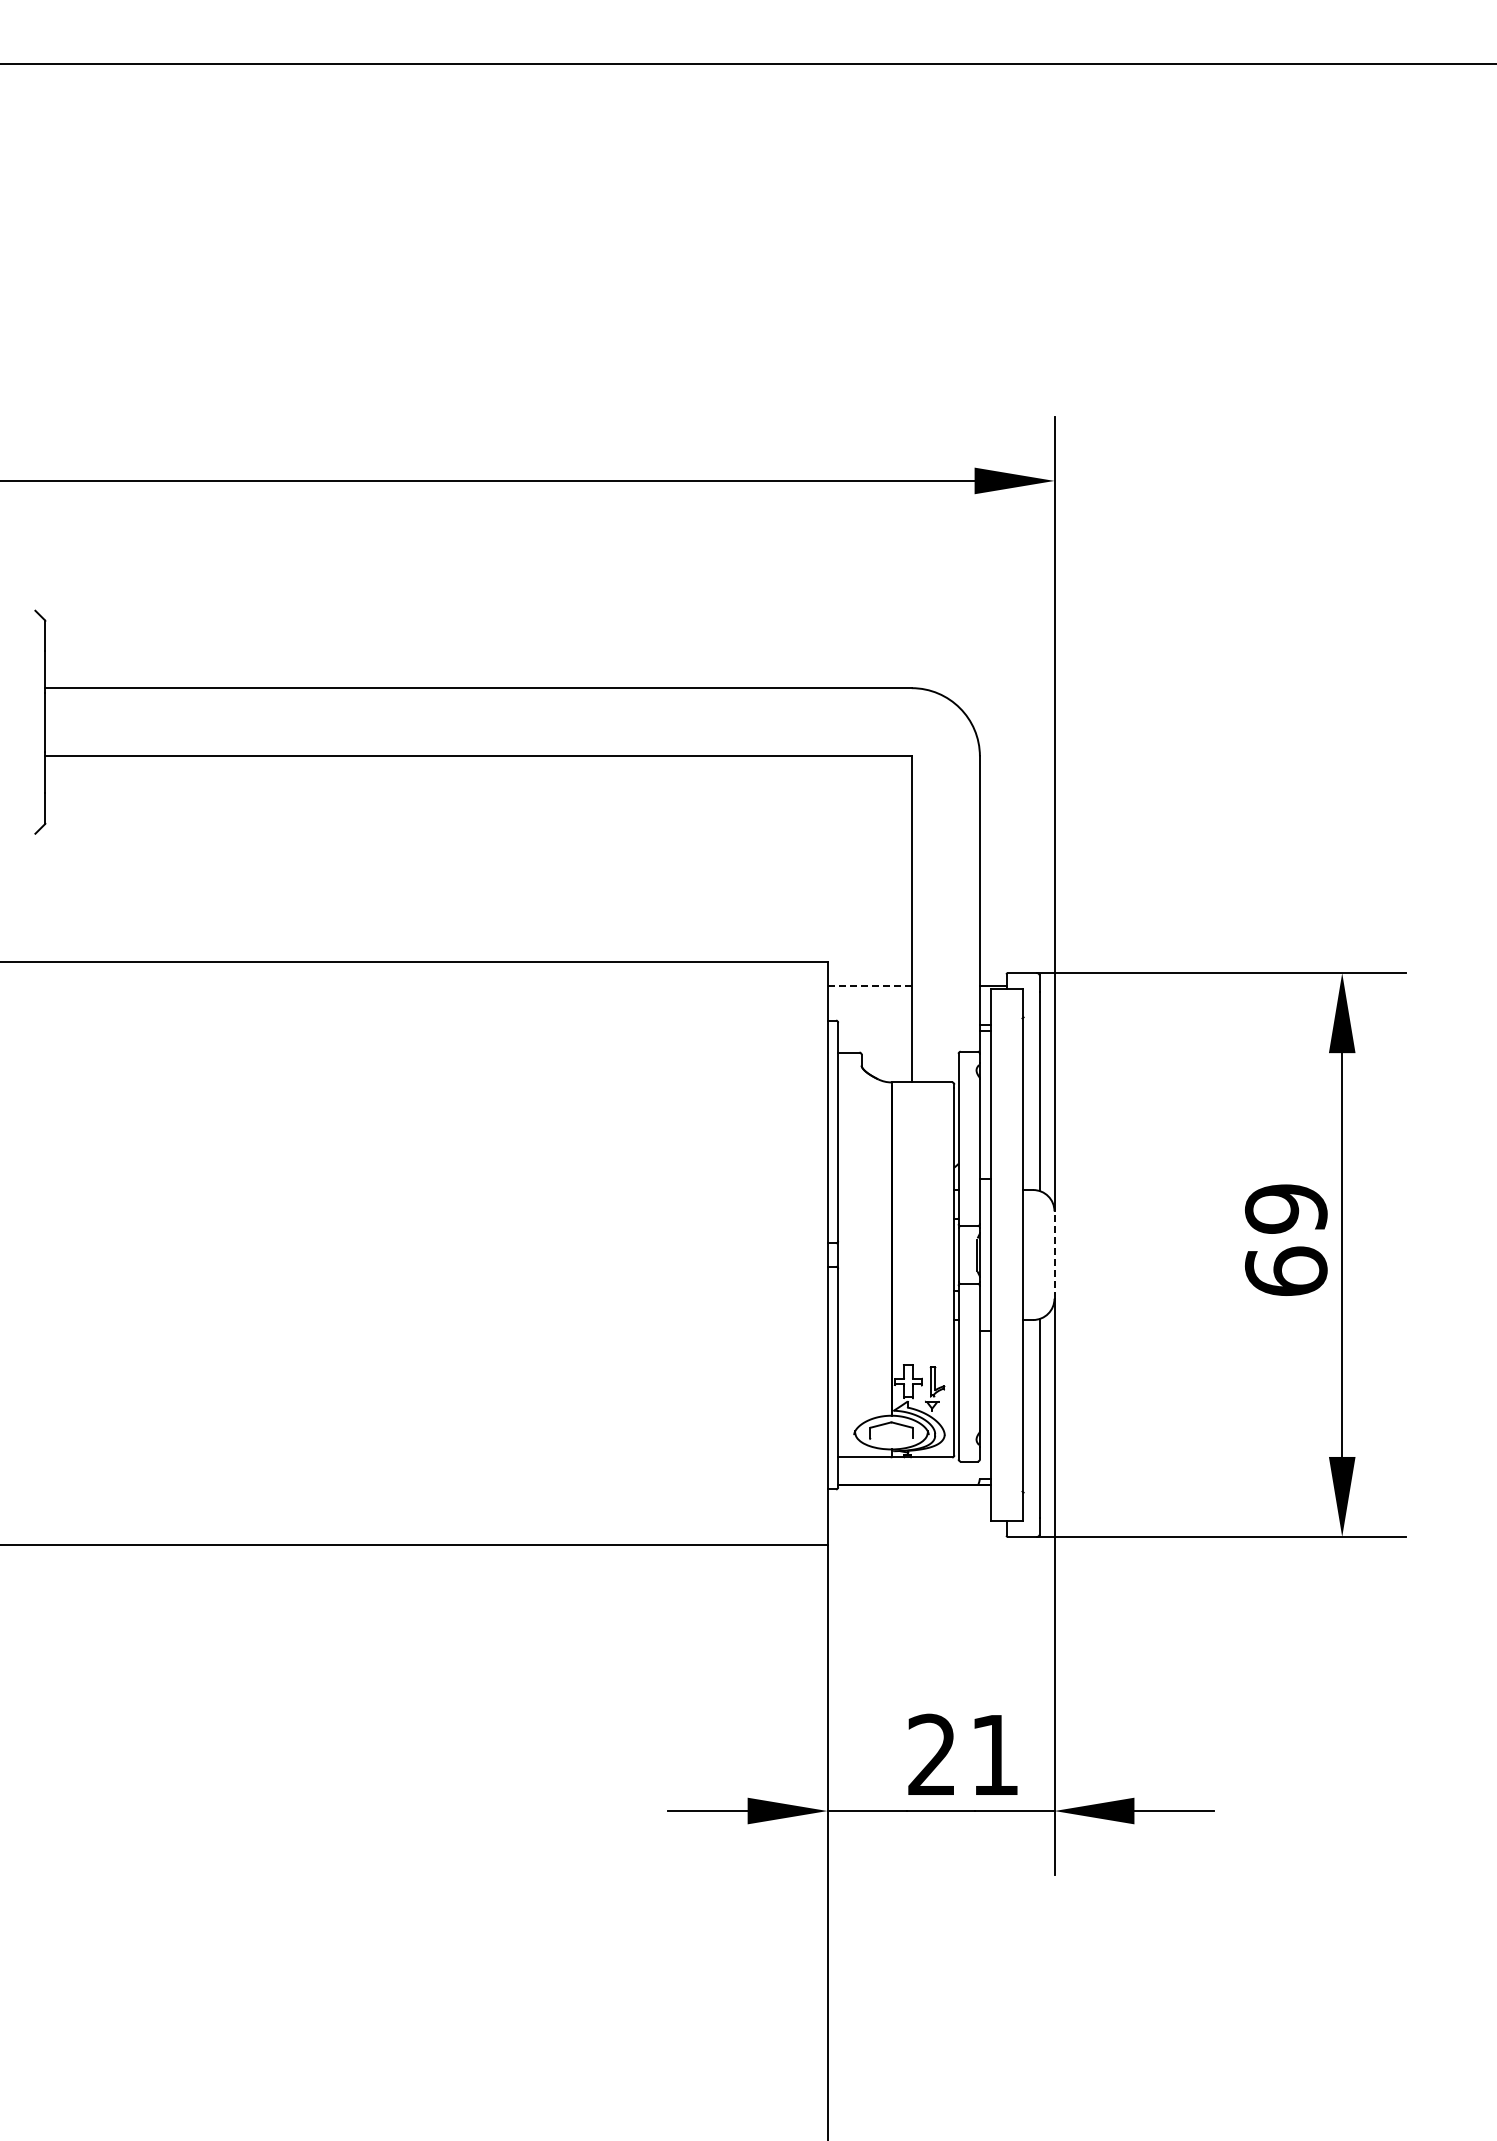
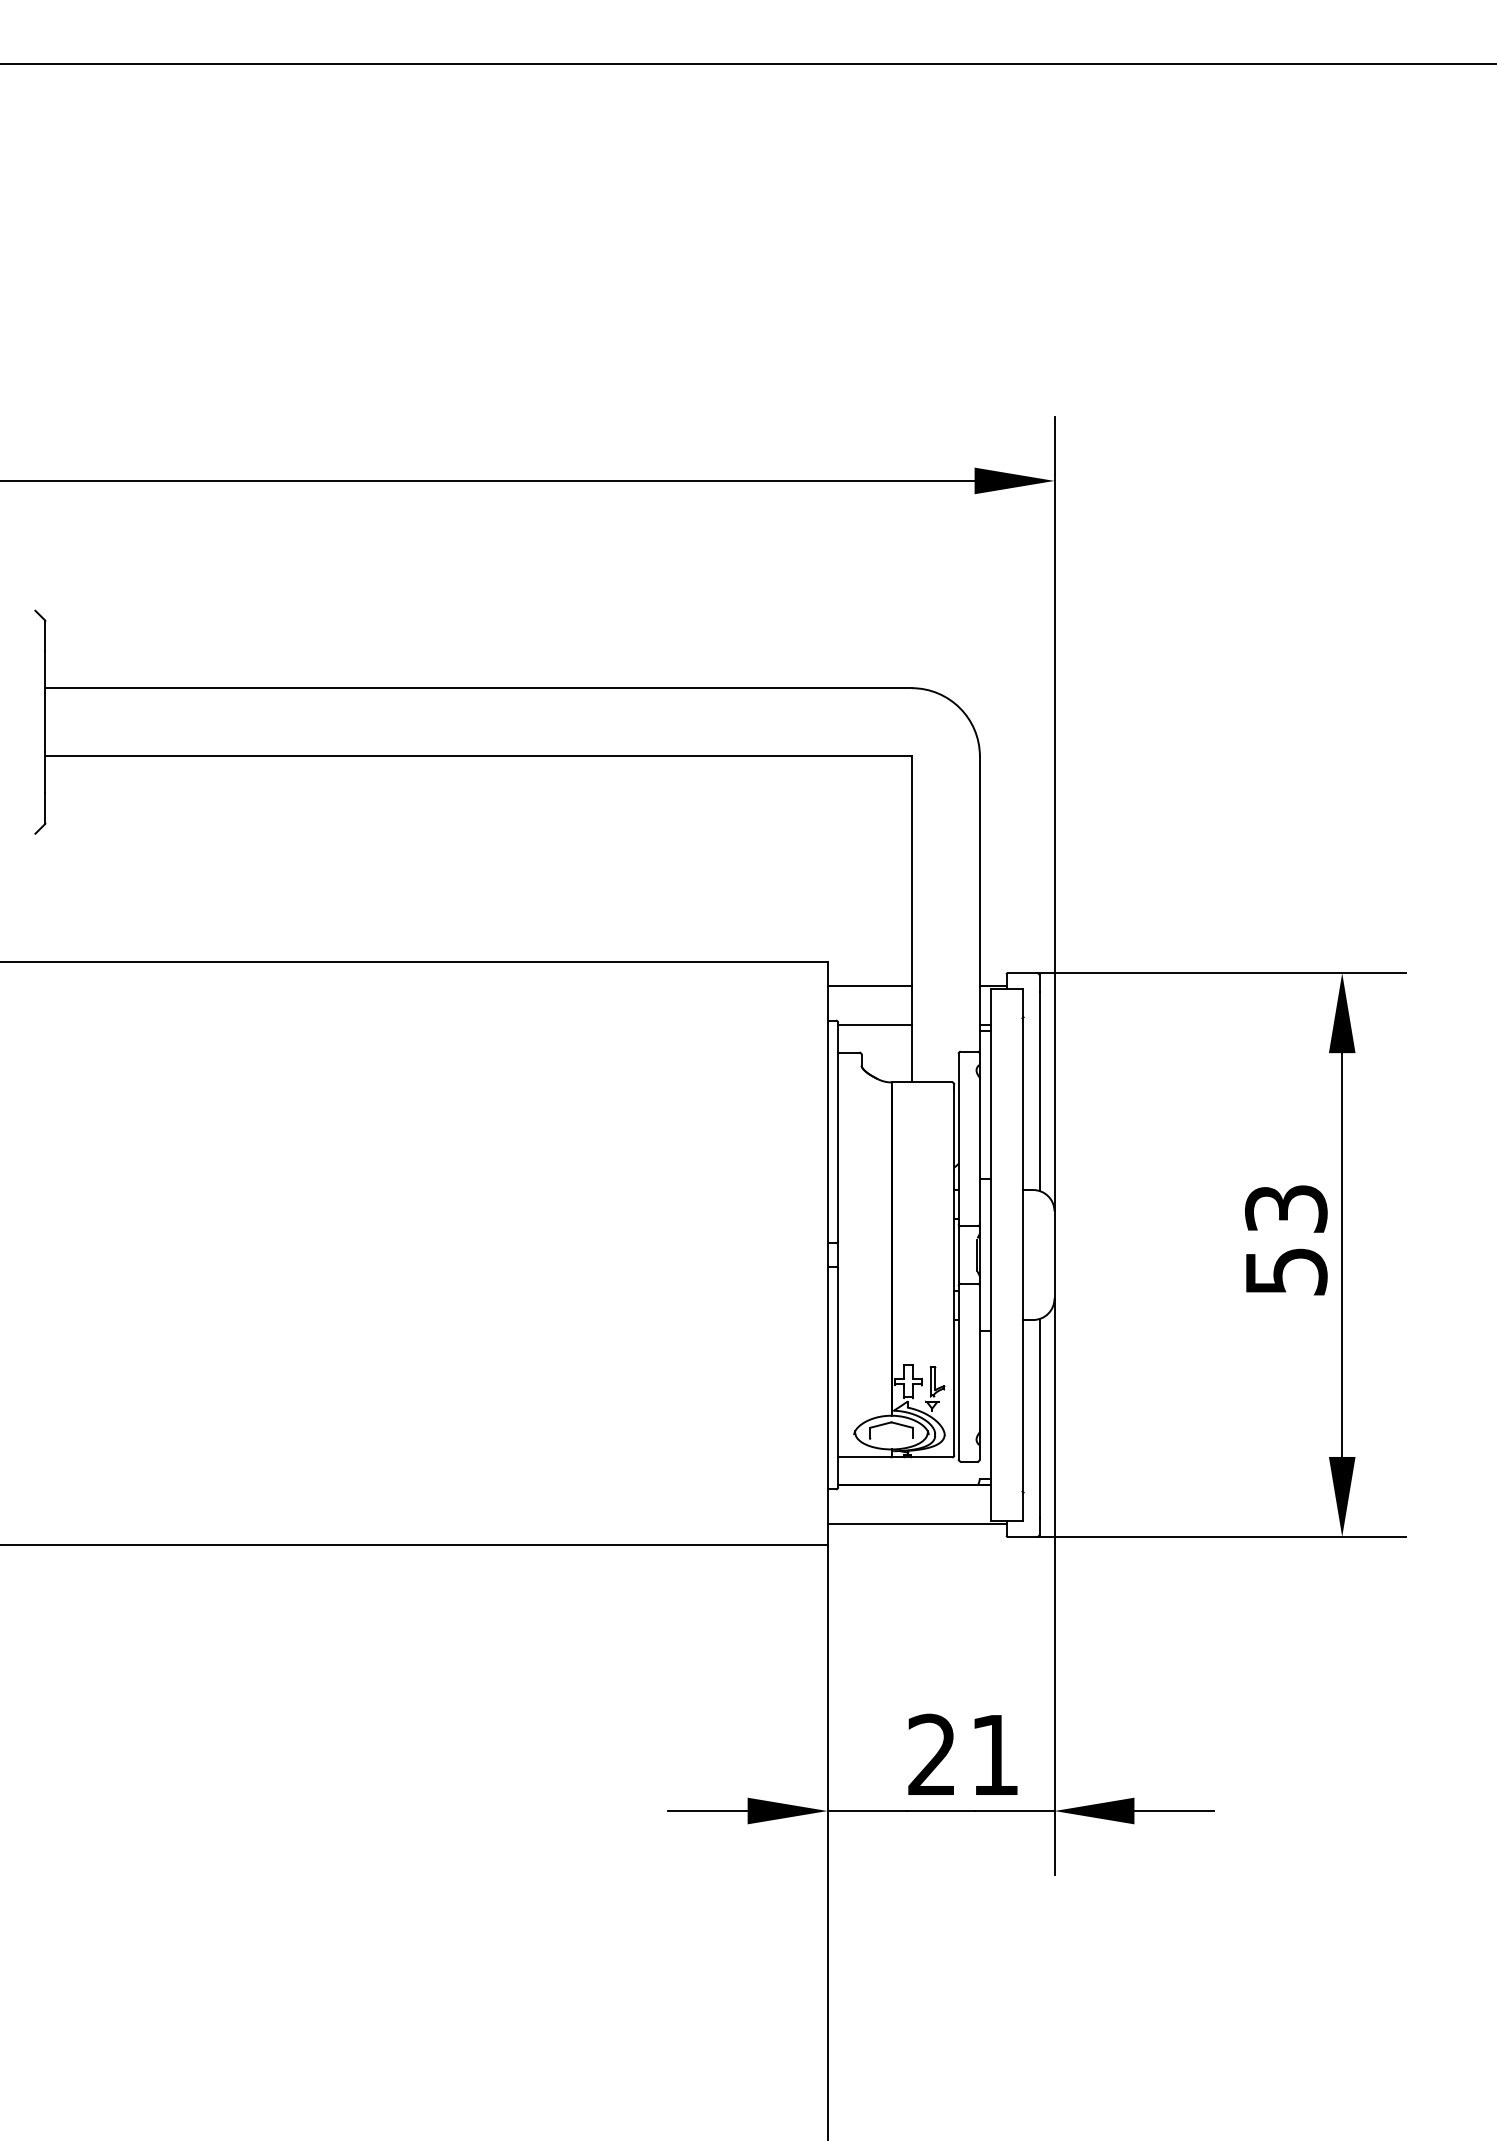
line at (869, 985): dashed -> solid
line at (874, 1025): none -> present
text at (1285, 1239): 69 -> 53
line at (1054, 1255): dashed -> solid
line at (916, 1524): none -> present
